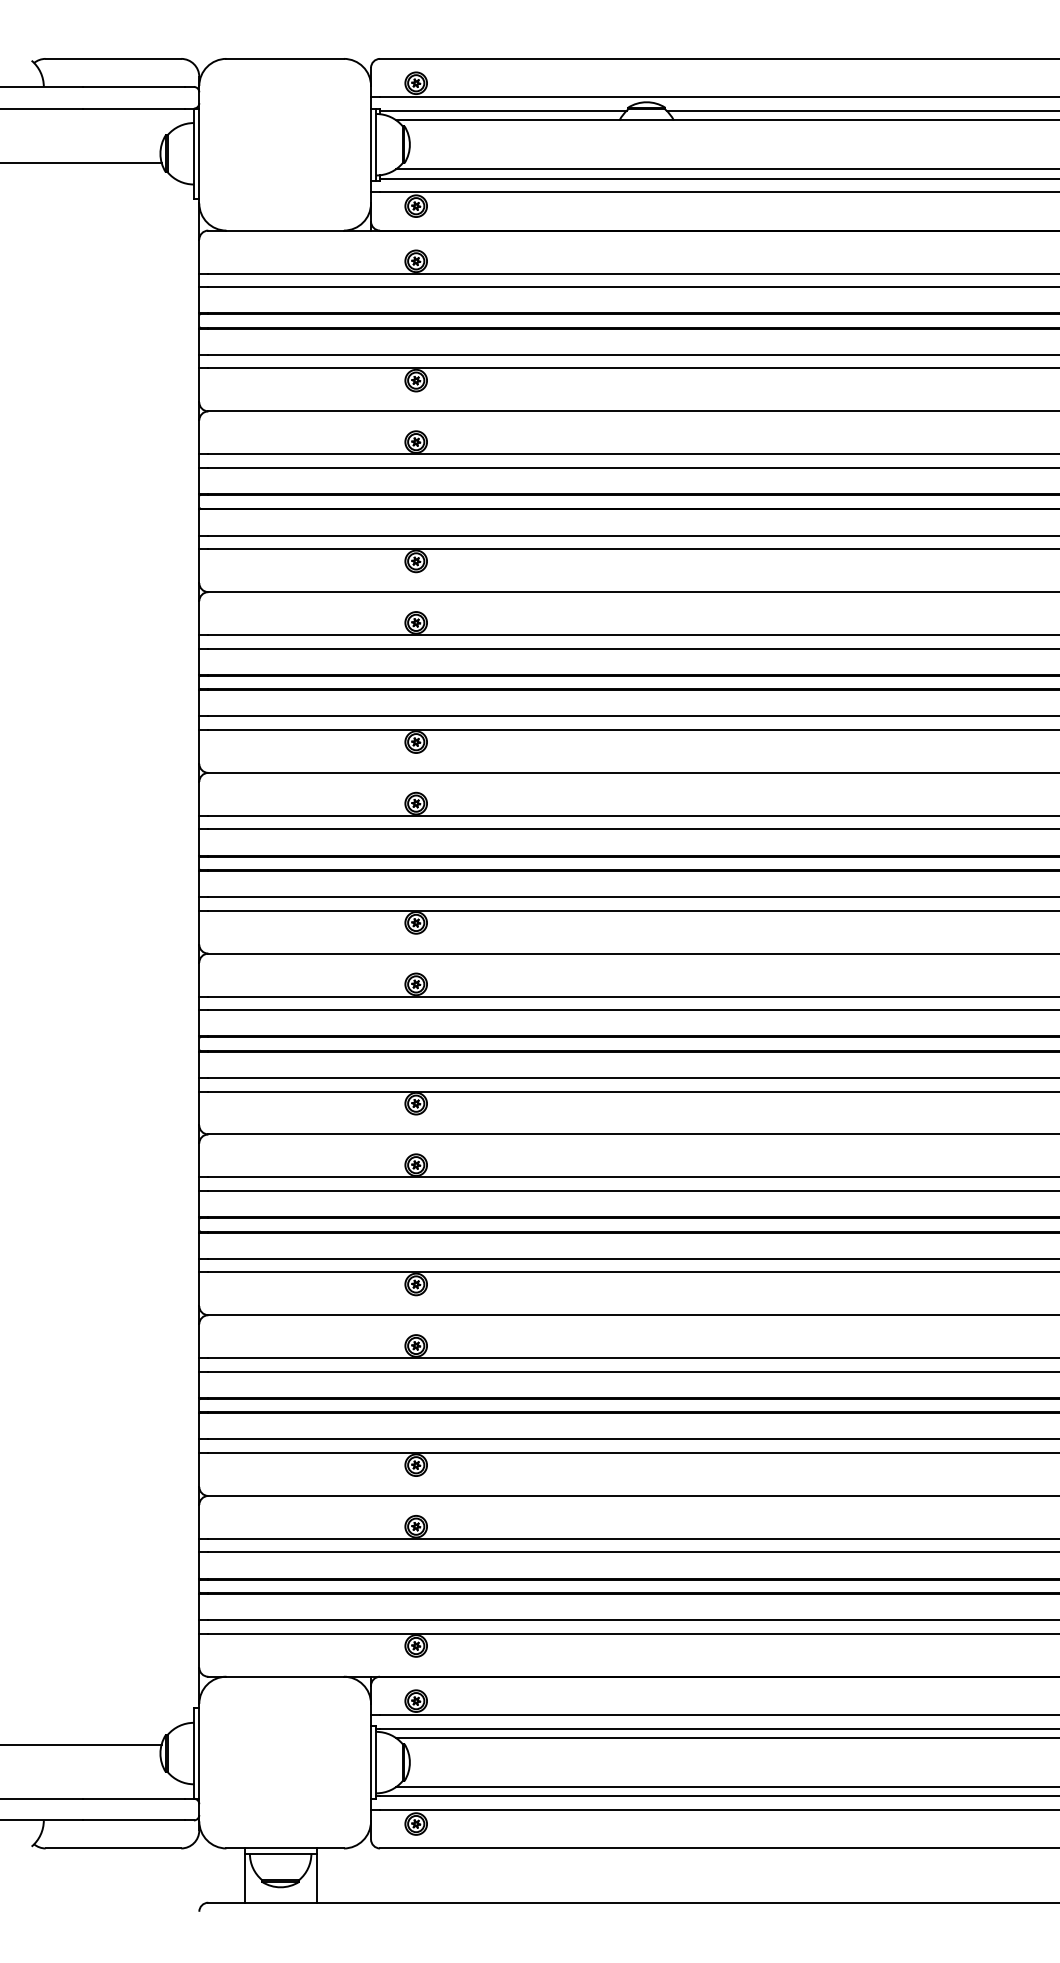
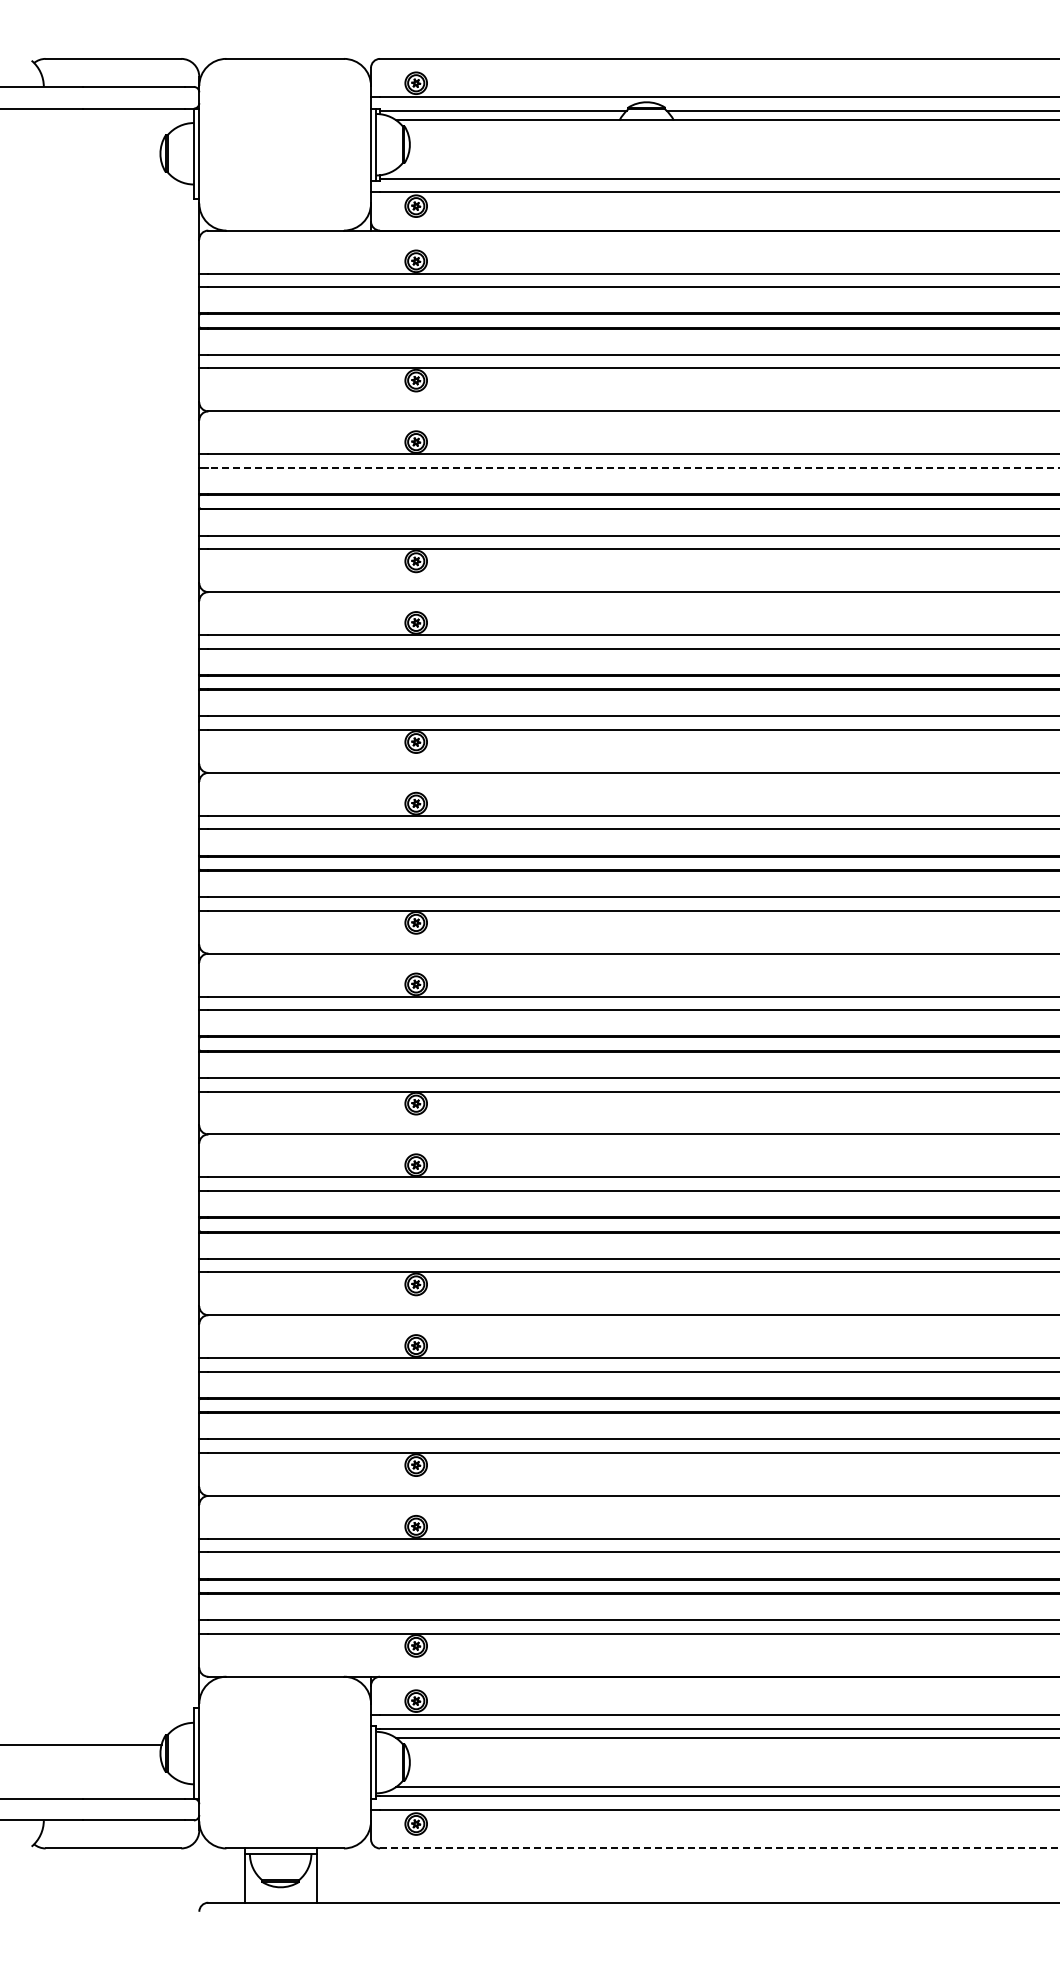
line at (81, 162): present -> none
line at (726, 169): present -> none
line at (633, 467): solid -> dashed
line at (719, 1848): solid -> dashed
